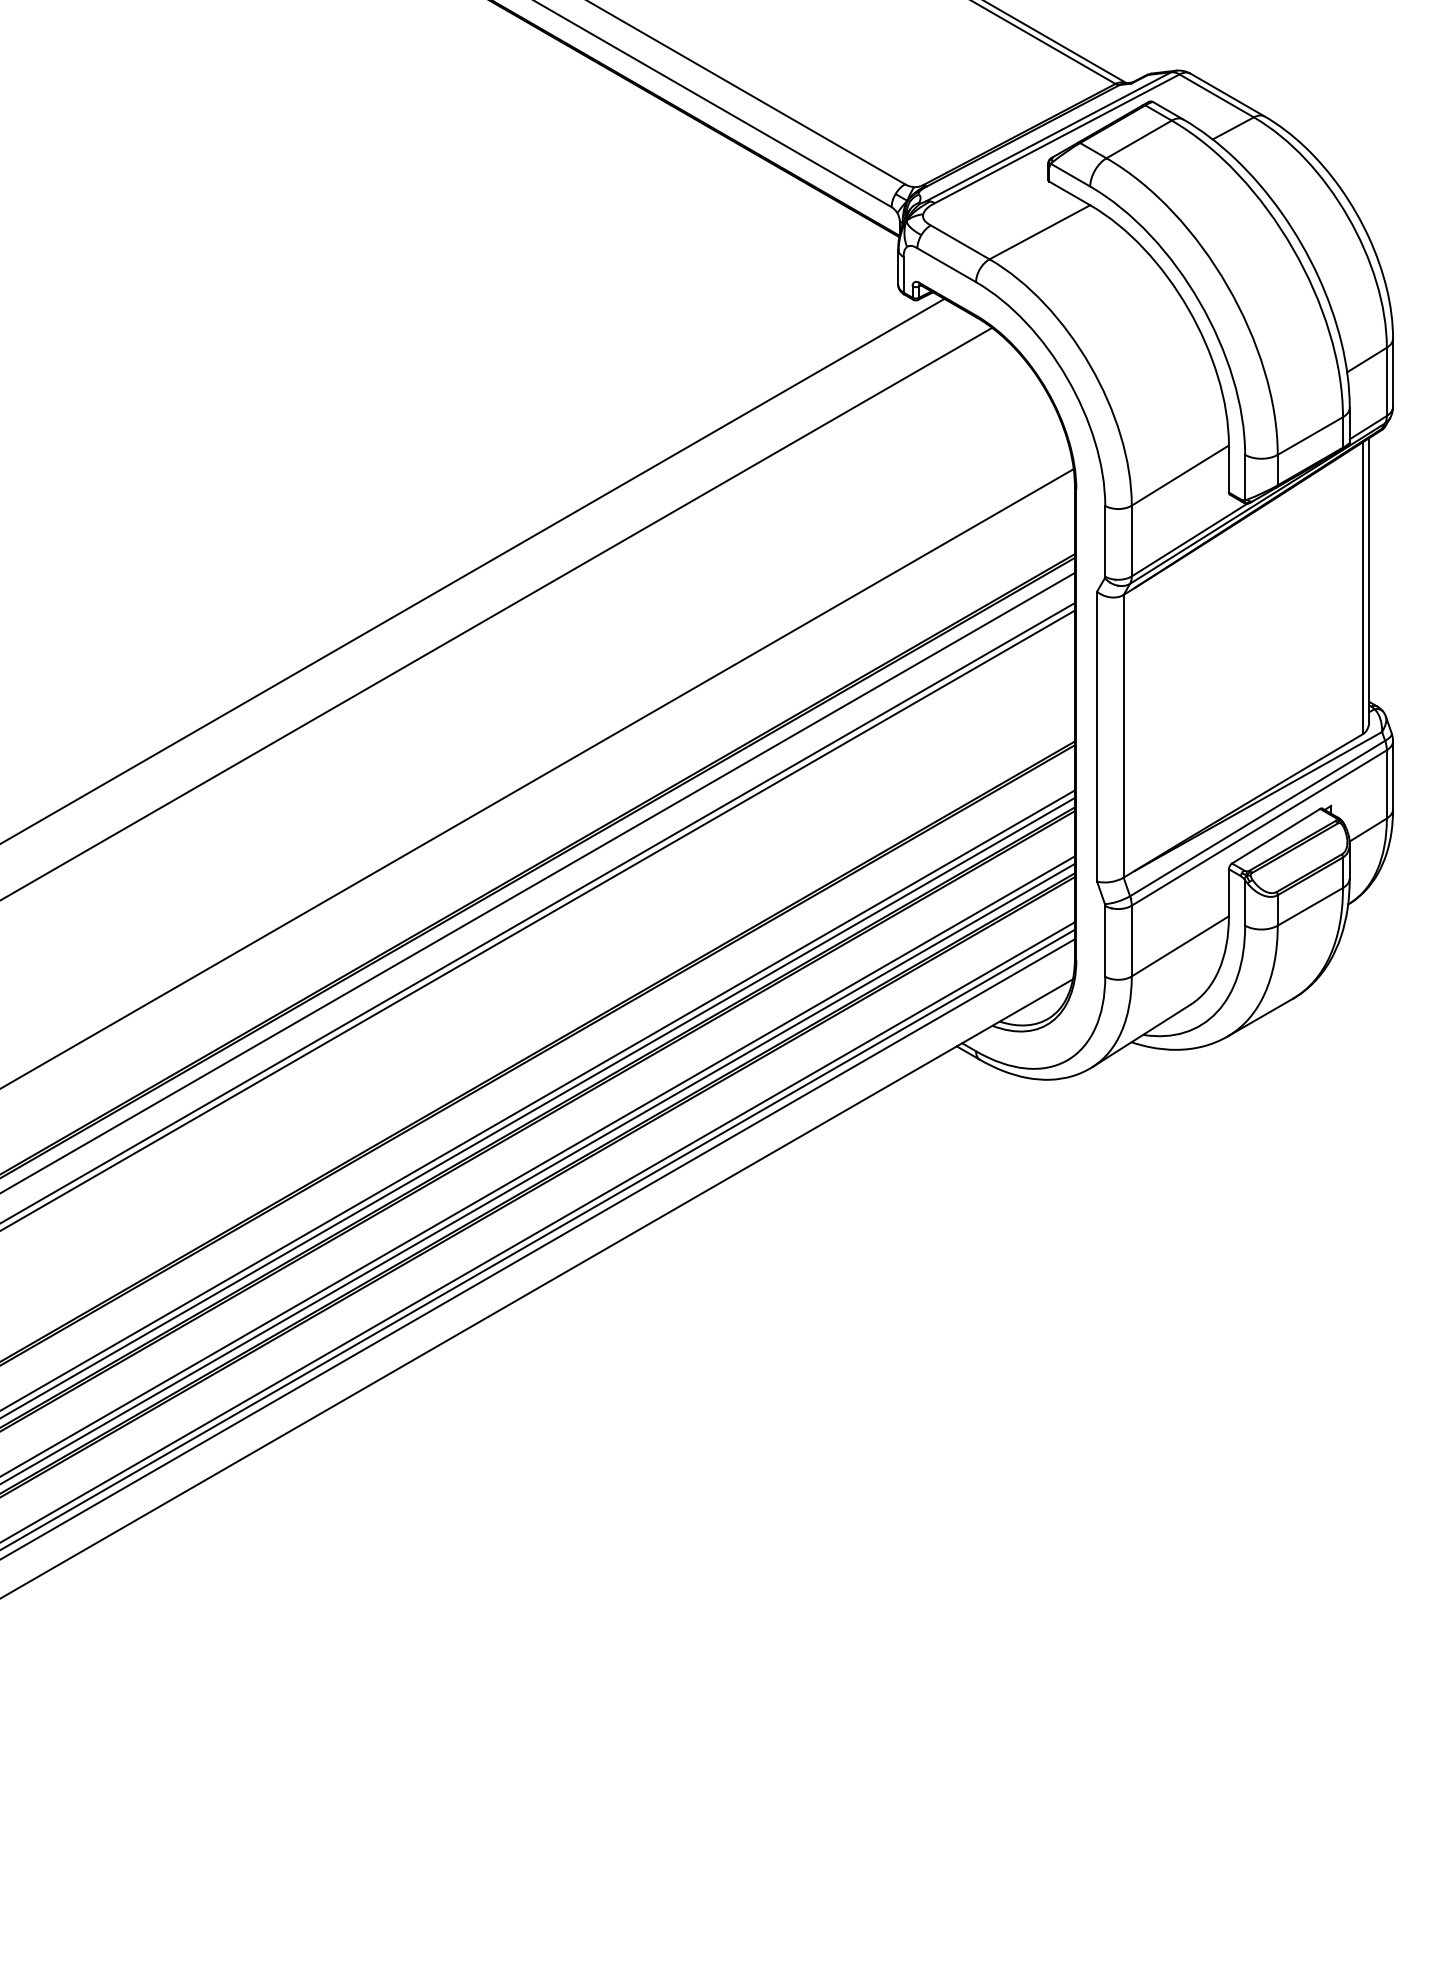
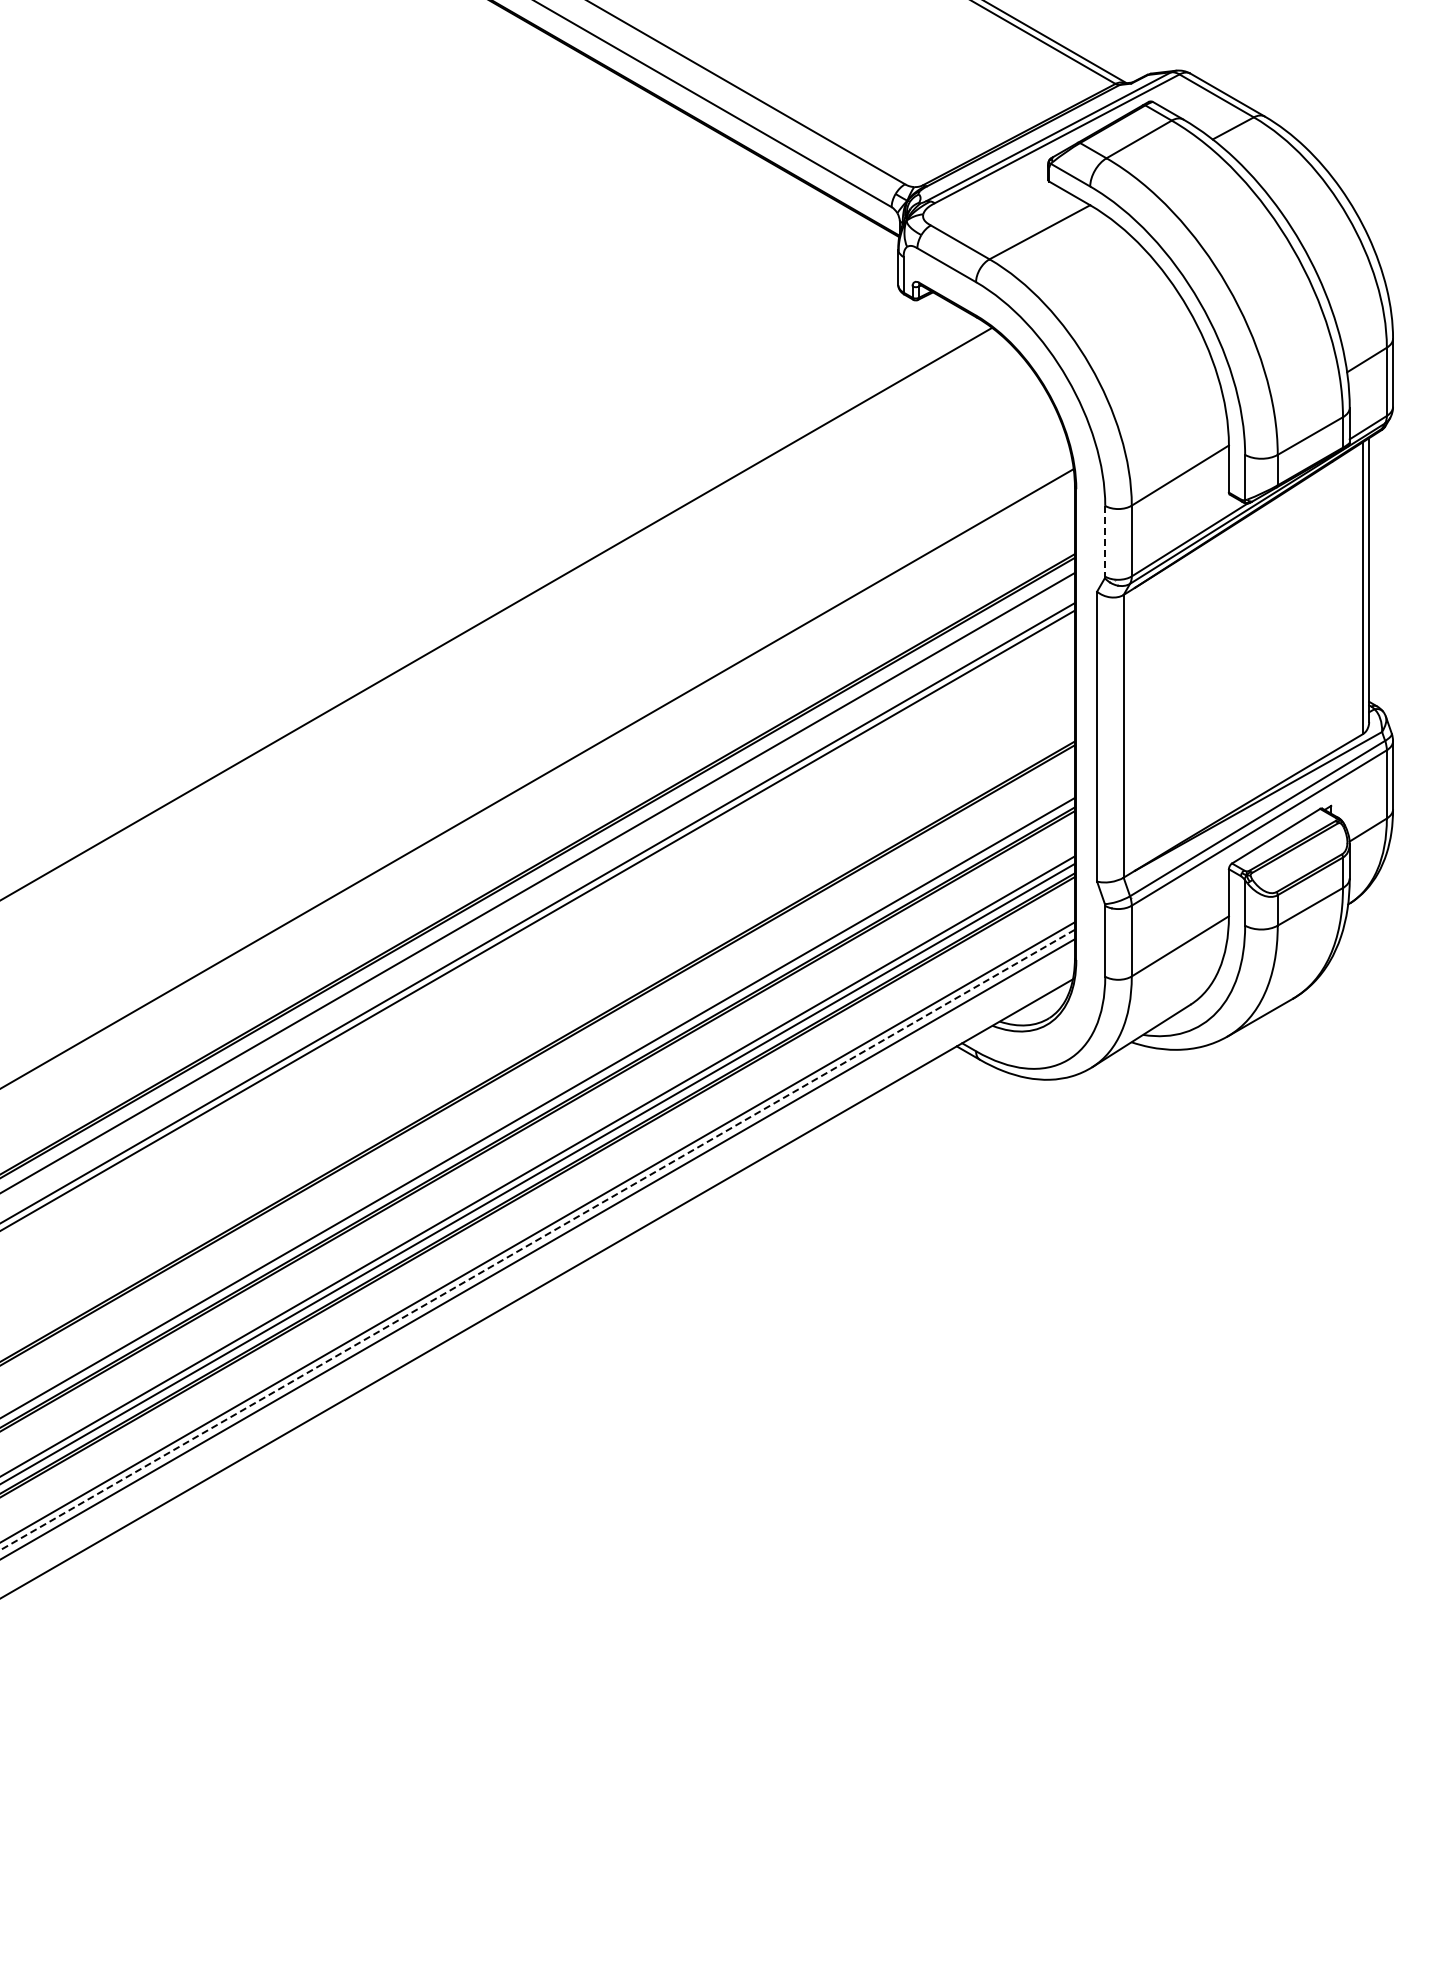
line at (1105, 541): solid -> dashed
line at (473, 570): present -> none
line at (538, 1099): present -> none
line at (537, 1240): solid -> dashed
